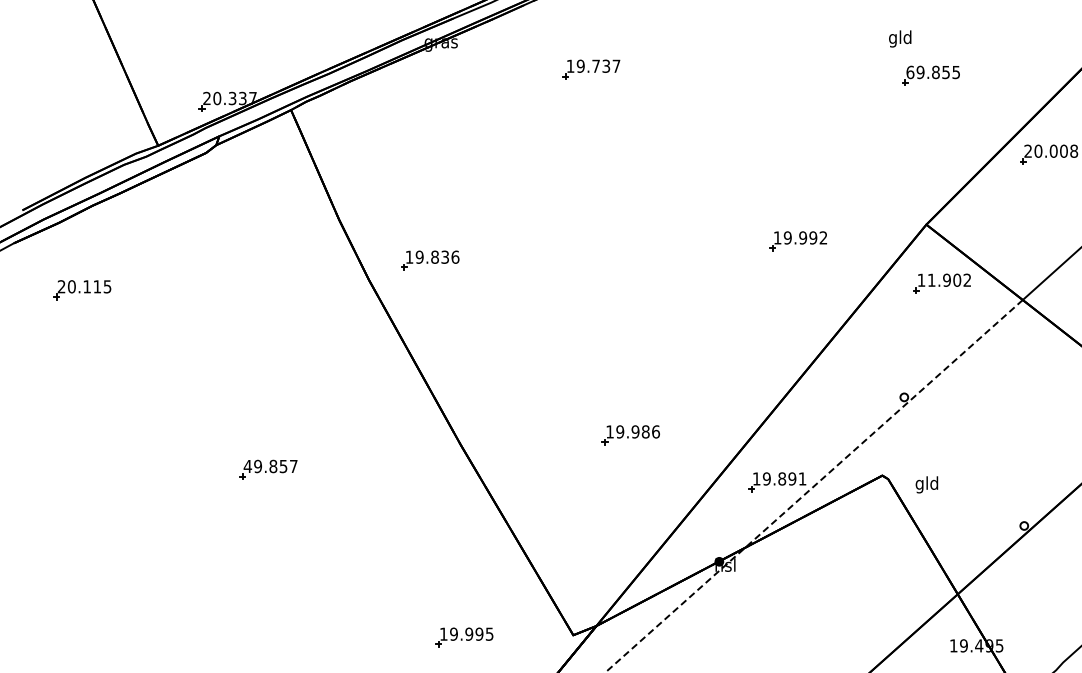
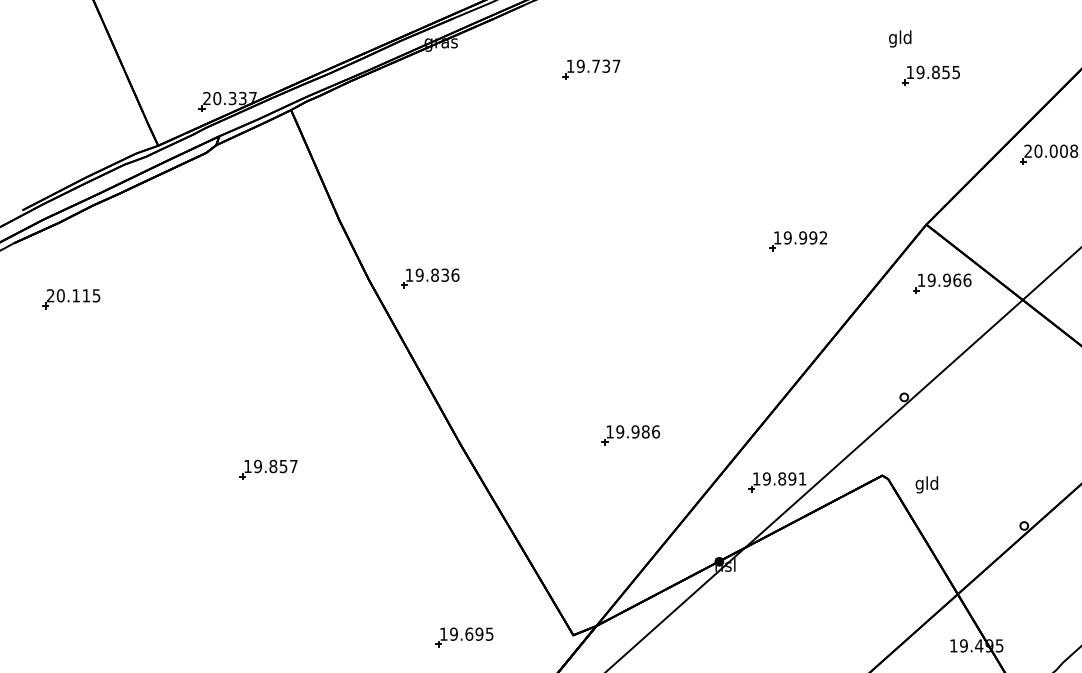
text at (910, 72): 69.855 -> 19.855
part at (430, 260) position: (430, 260) -> (430, 278)
text at (949, 279): 11.902 -> 19.966
part at (82, 290) position: (82, 290) -> (71, 299)
text at (247, 466): 49.857 -> 19.857
line at (813, 486): dashed -> solid
text at (469, 633): 19.995 -> 19.695
